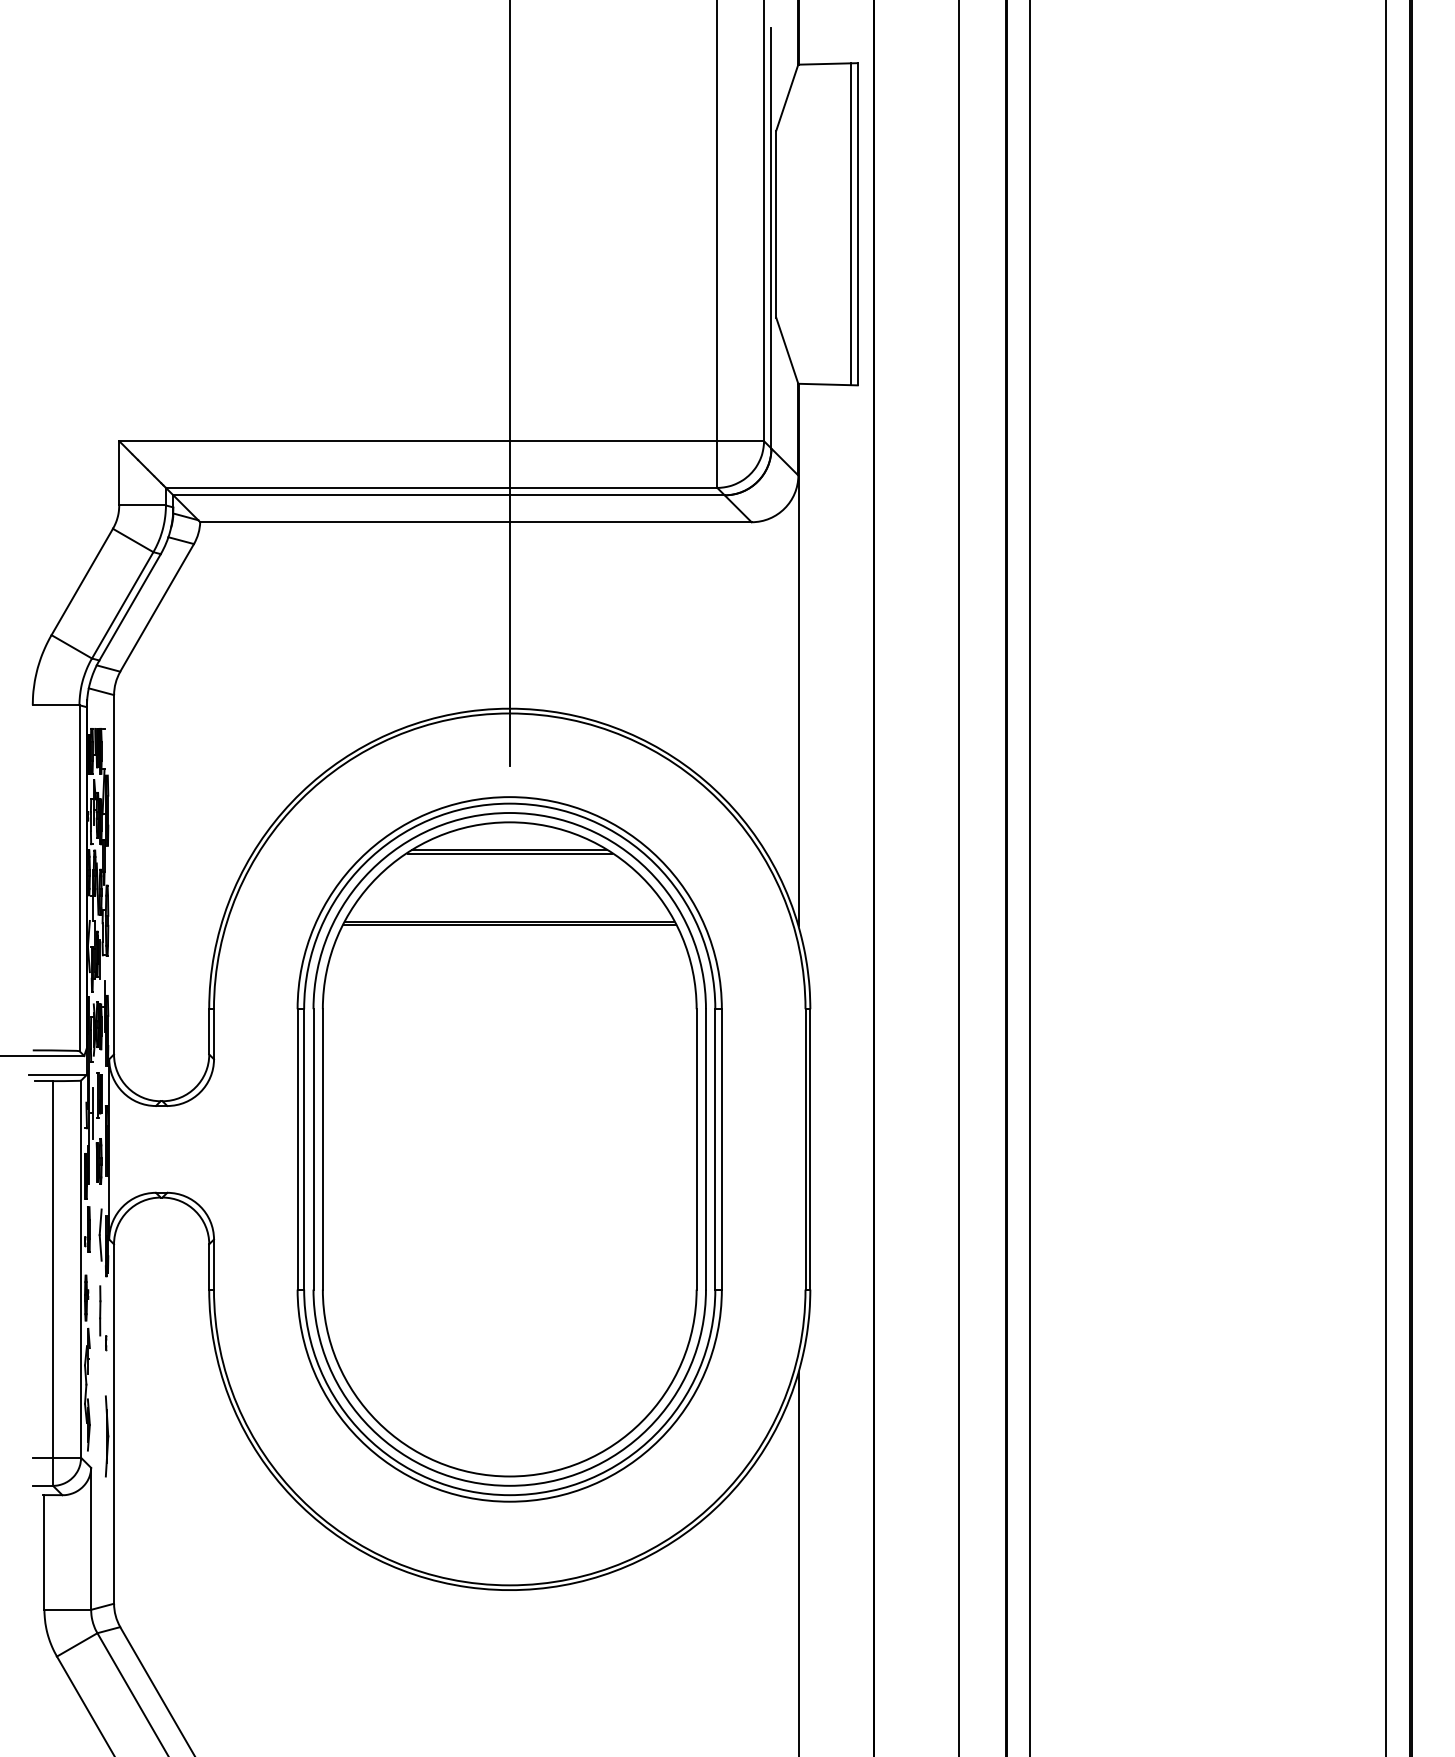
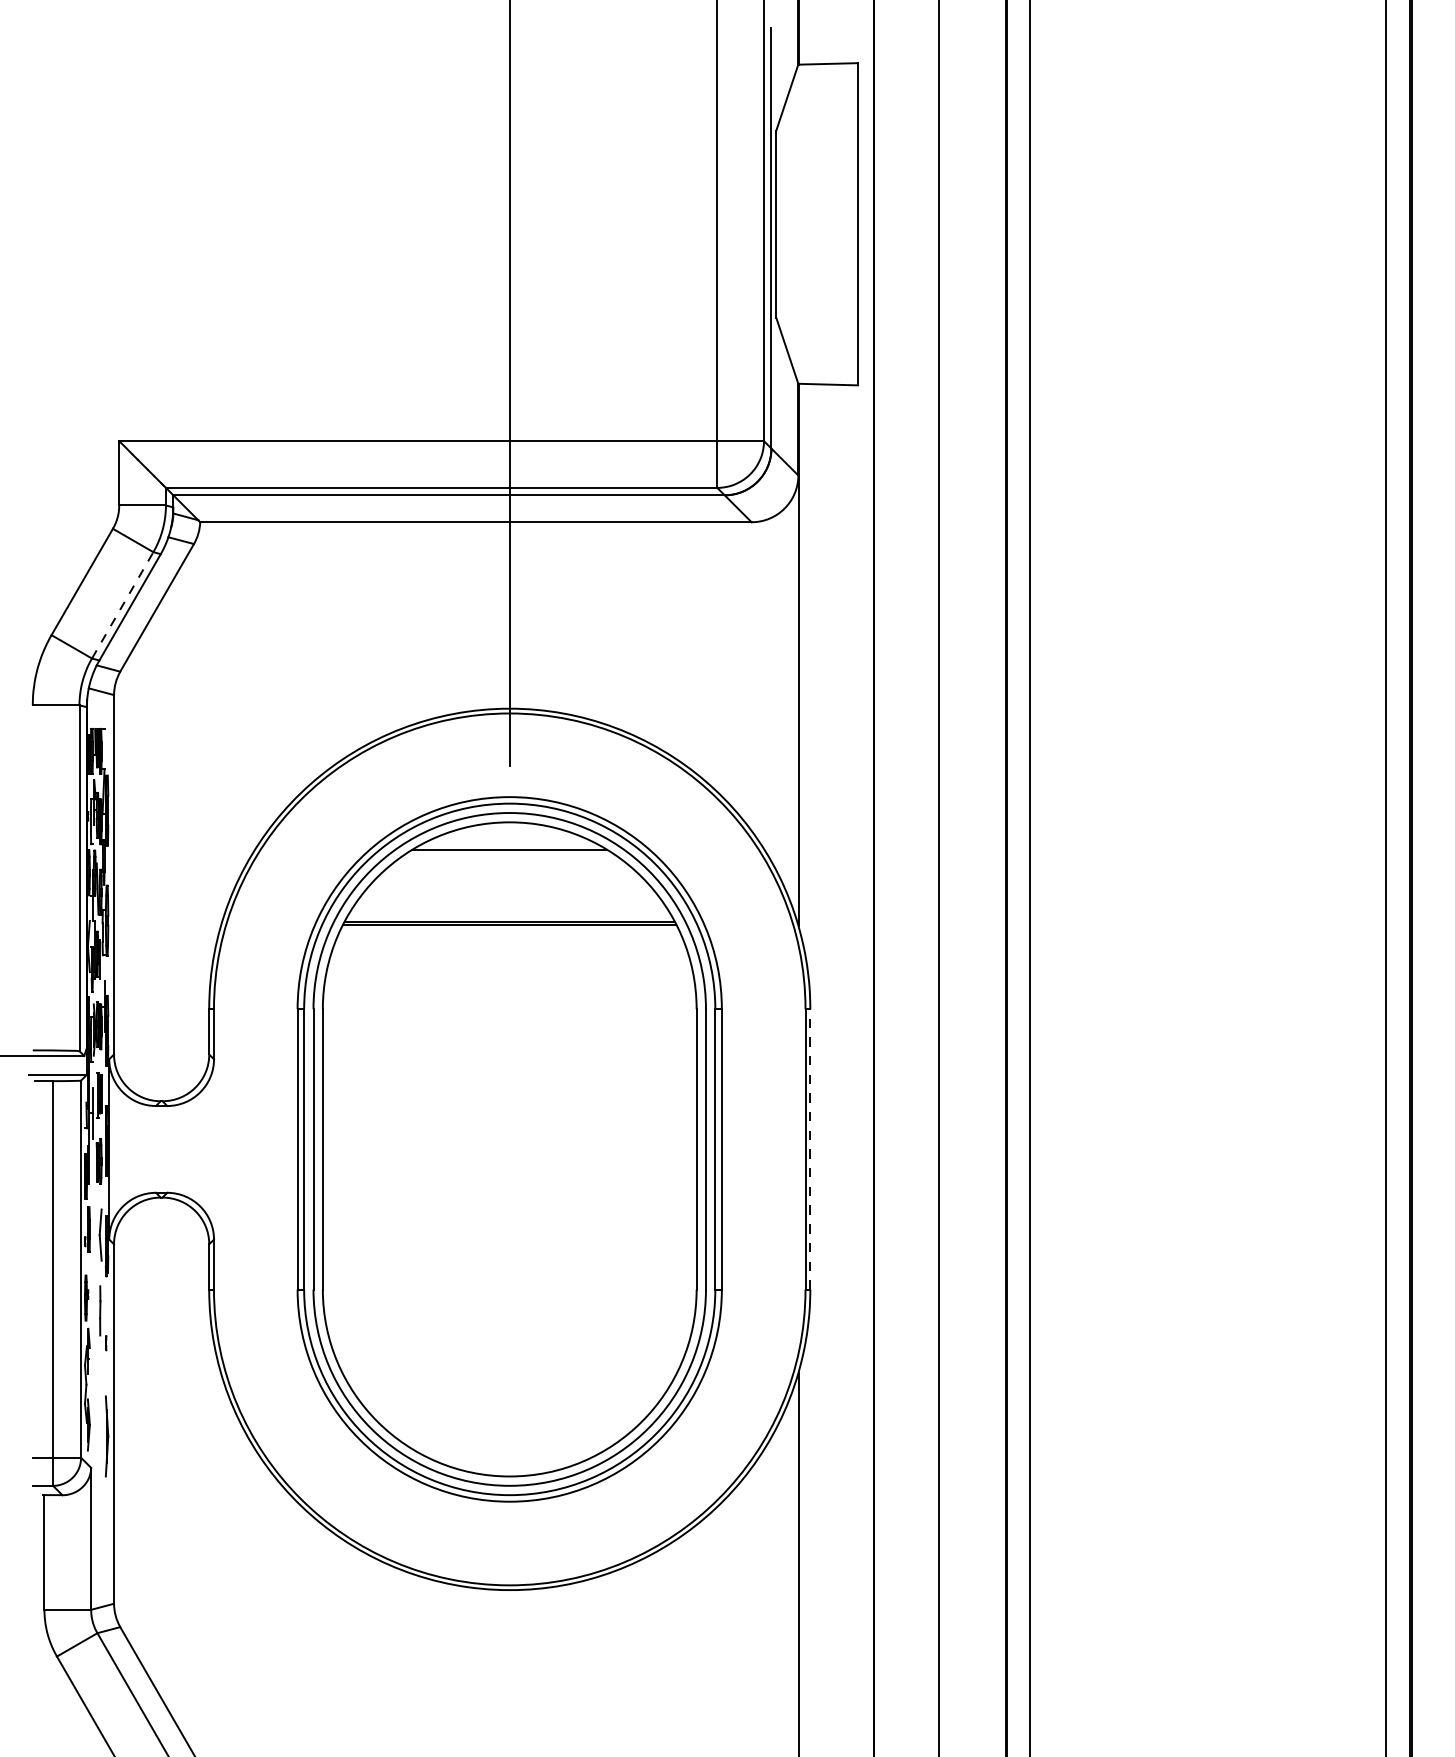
line at (850, 224): present -> none
line at (122, 604): solid -> dashed
line at (509, 853): present -> none
line at (959, 877) position: (959, 877) -> (939, 877)
line at (810, 1148): solid -> dashed
